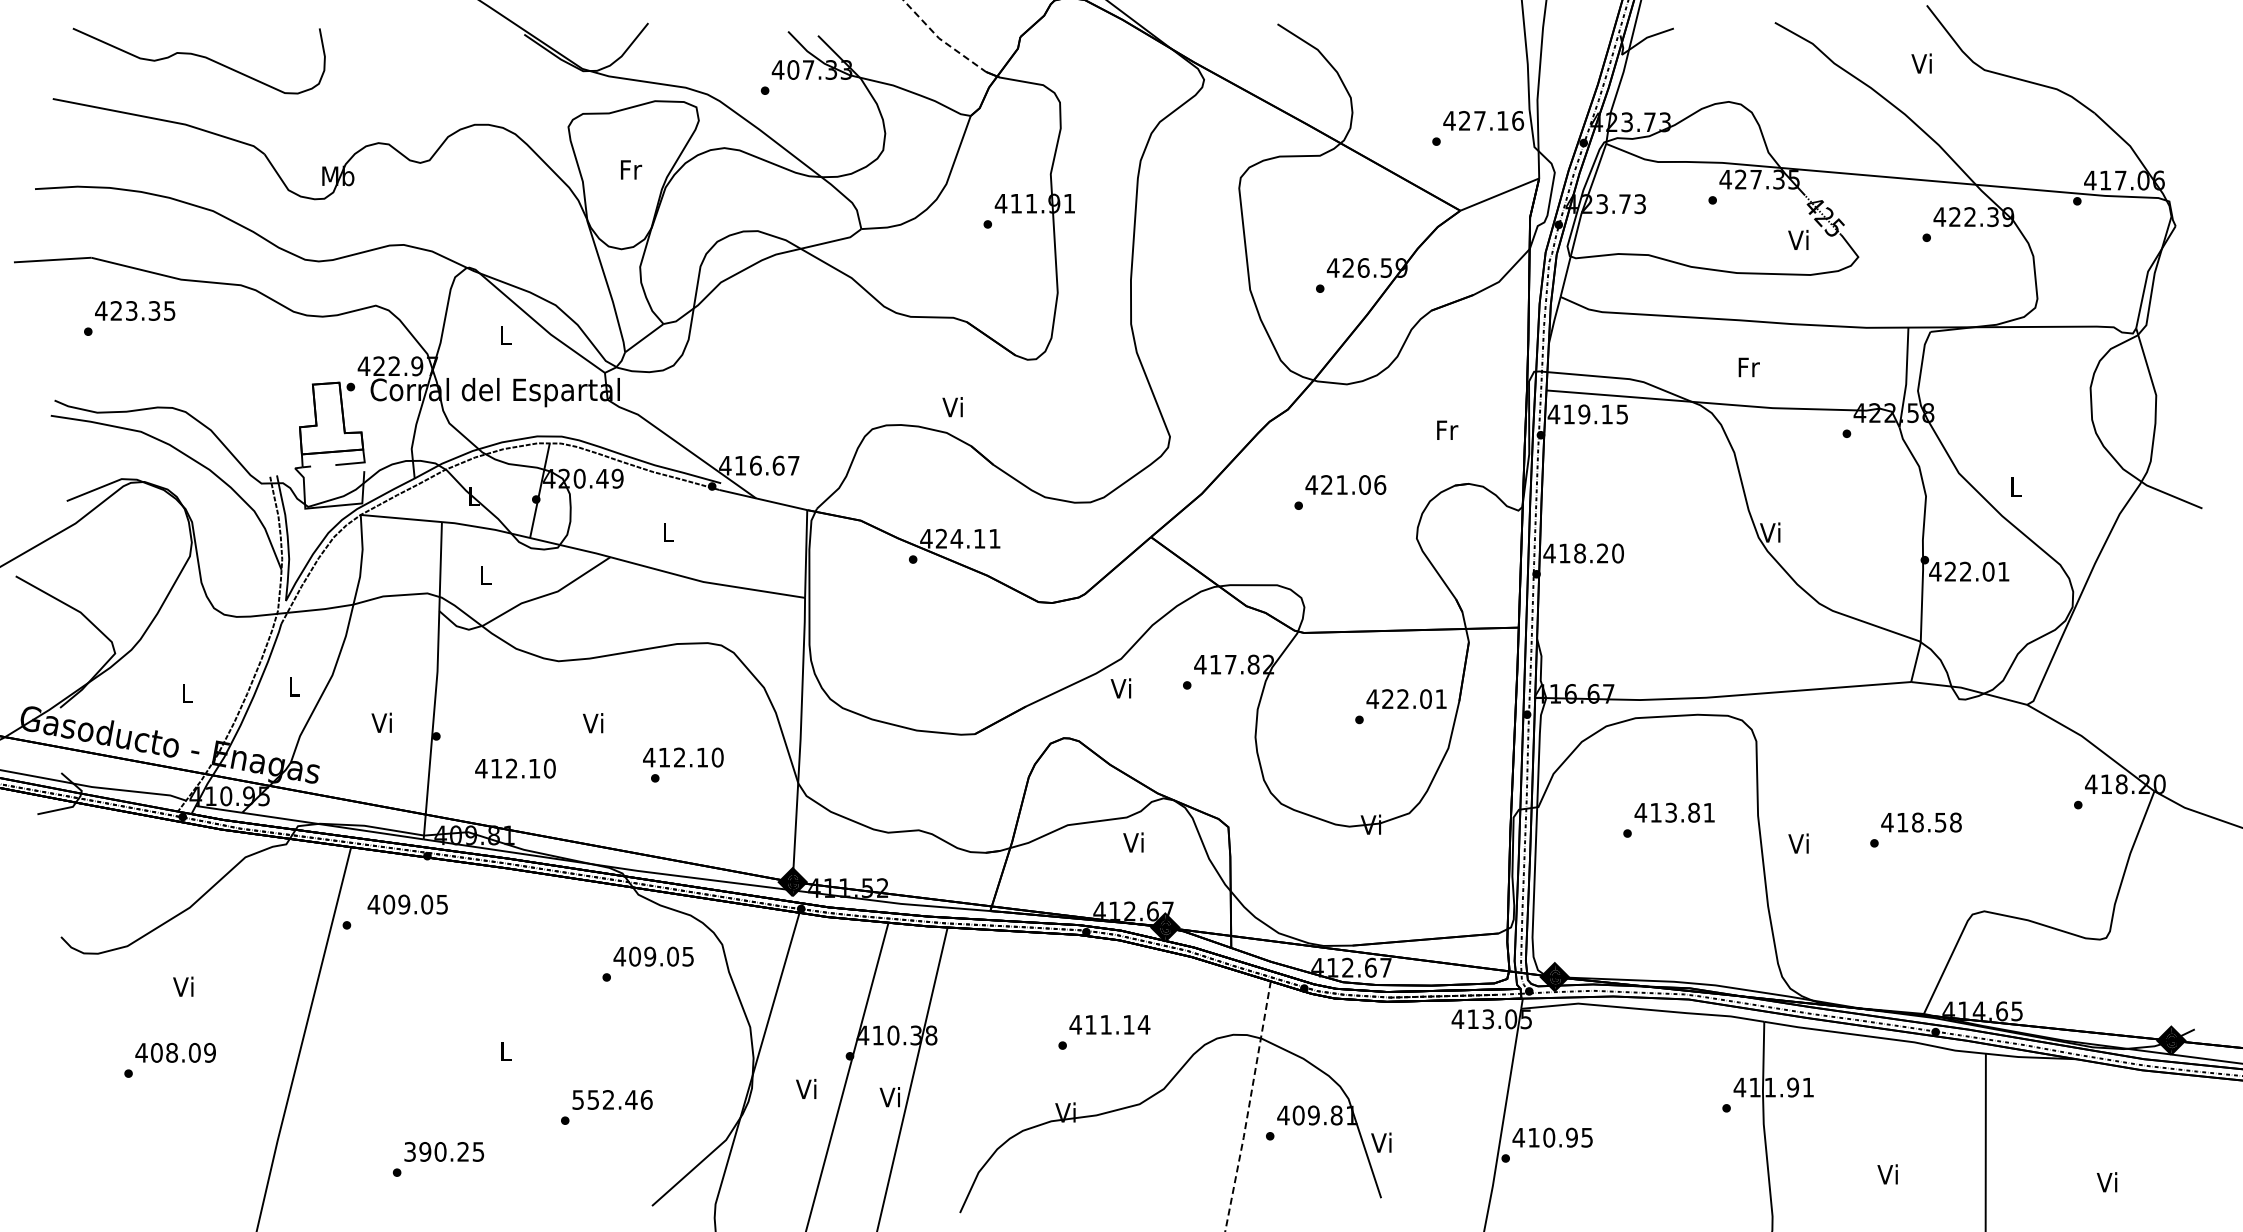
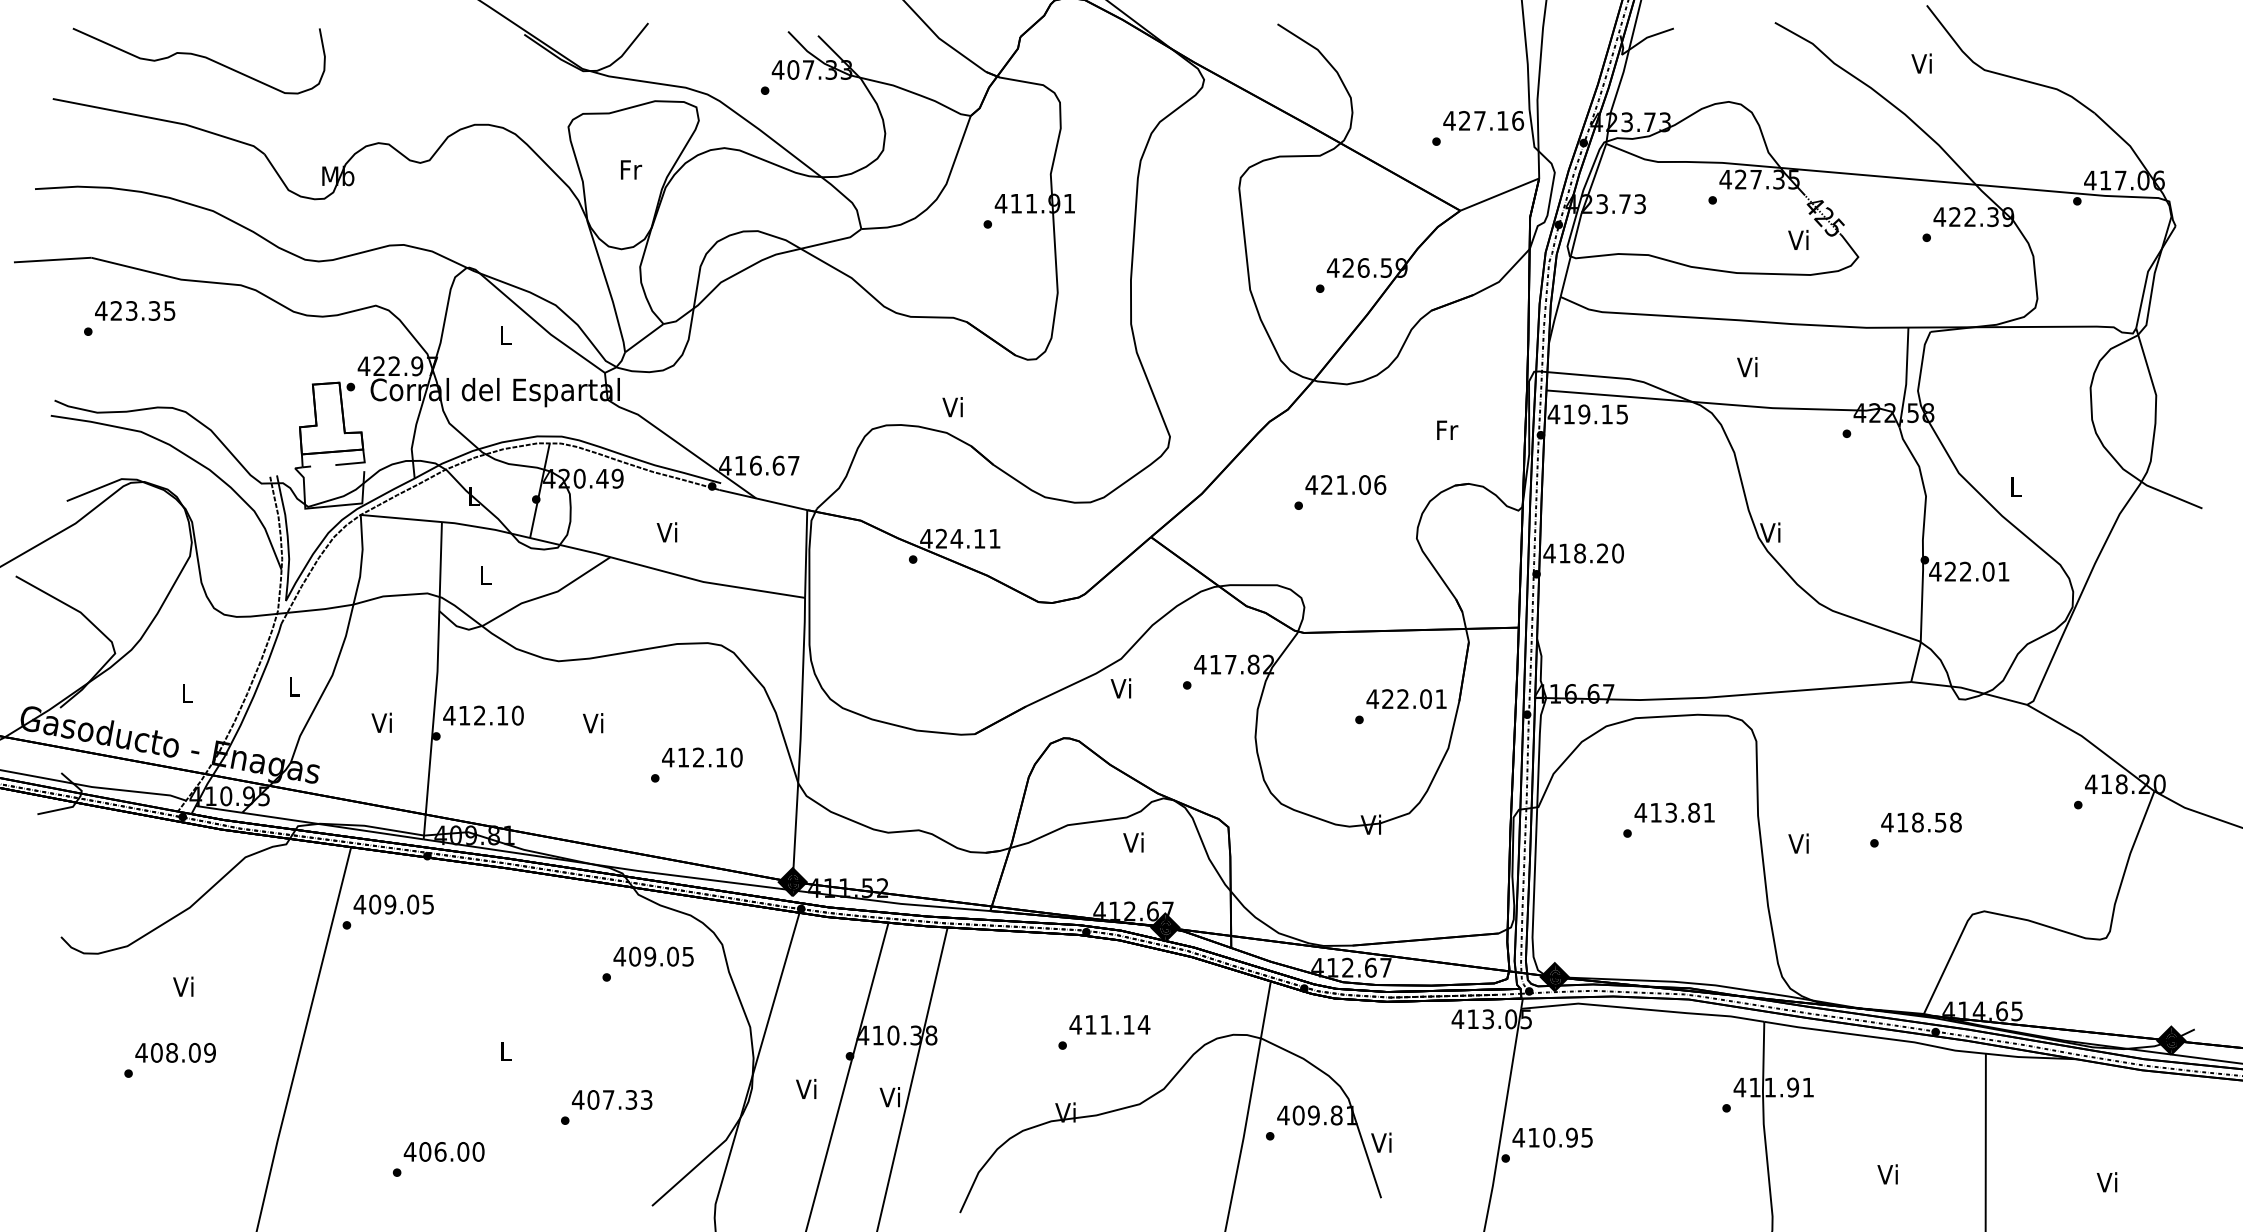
line at (940, 39): dashed -> solid
text at (1748, 367): Fr -> Vi
text at (666, 532): L -> Vi
text at (683, 757) position: (683, 757) -> (702, 757)
text at (515, 768) position: (515, 768) -> (483, 715)
text at (407, 904) position: (407, 904) -> (393, 904)
text at (611, 1099): 552.46 -> 407.33
line at (1248, 1107): dashed -> solid
text at (443, 1151): 390.25 -> 406.00
